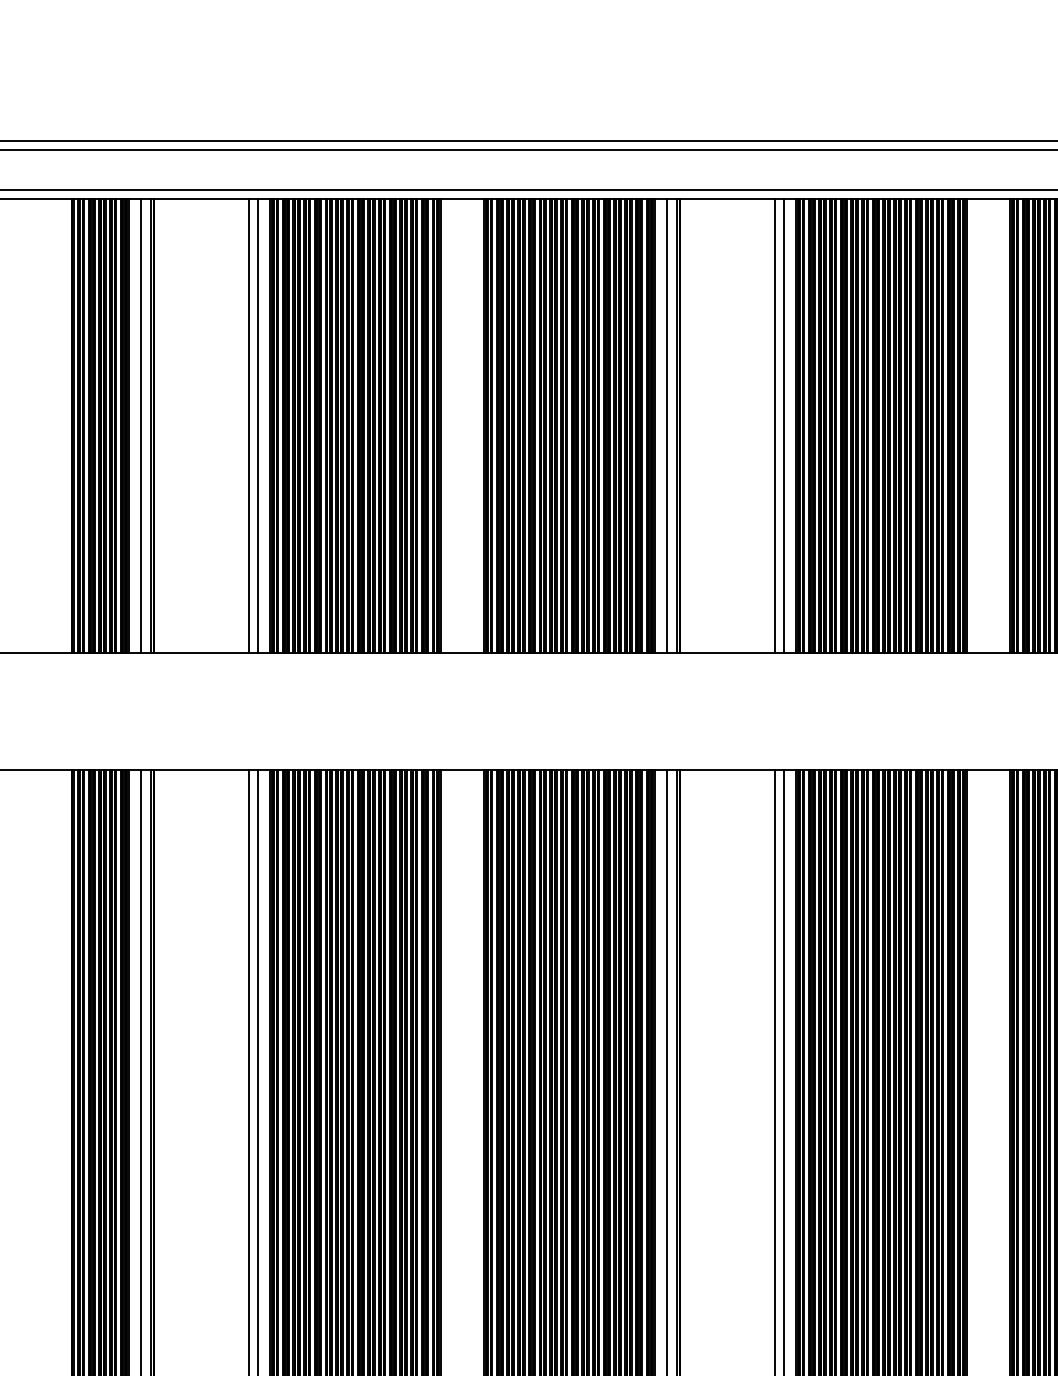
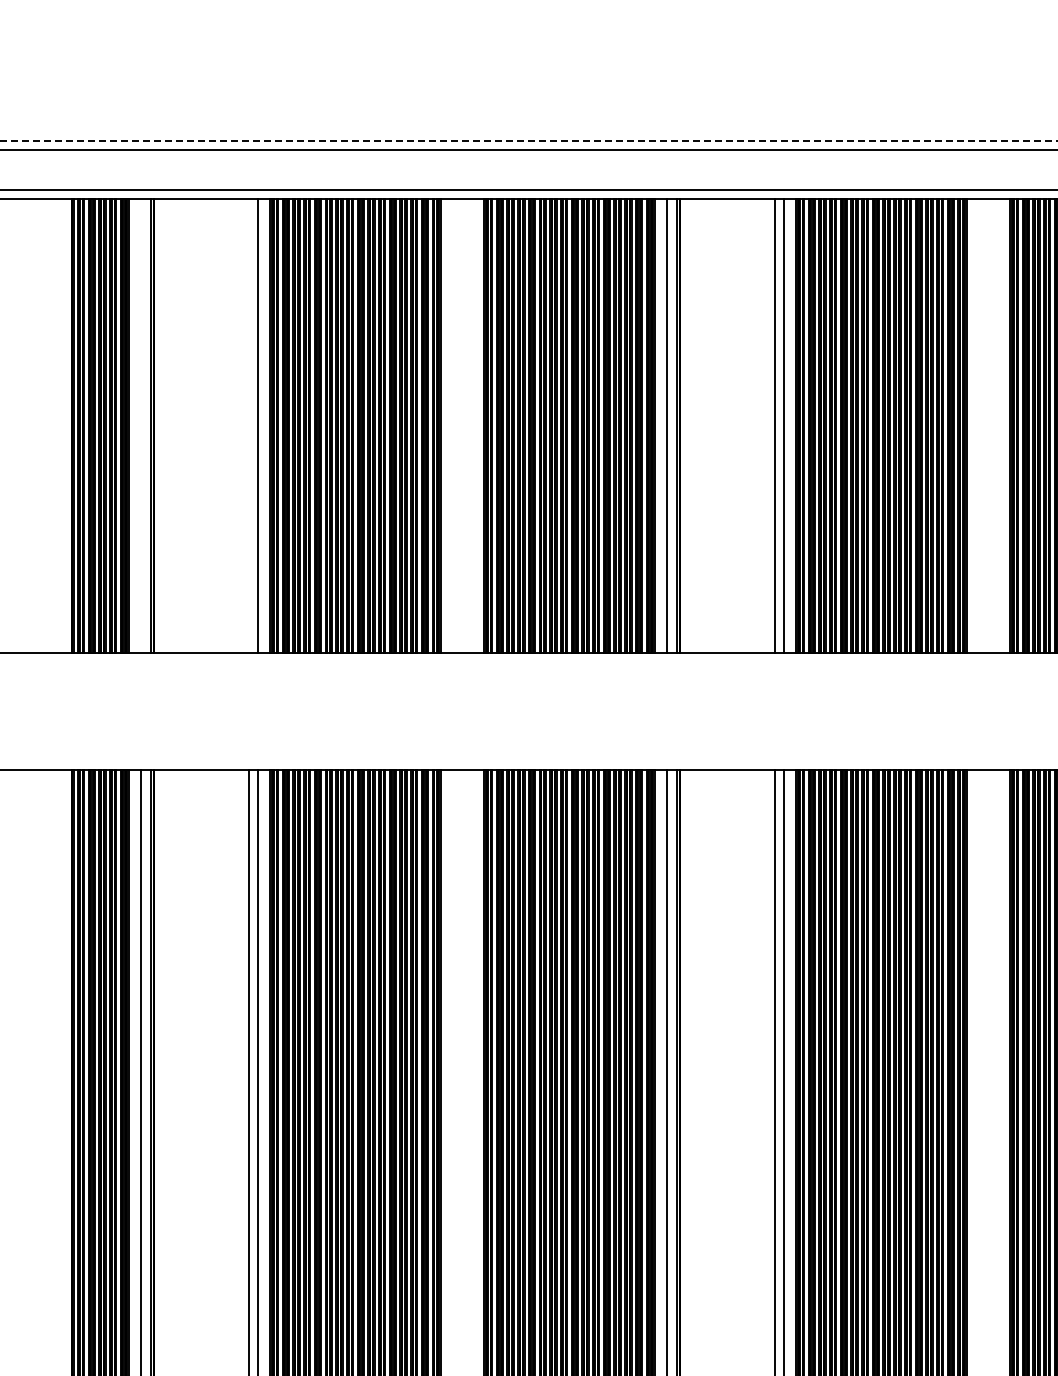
line at (529, 141): solid -> dashed
line at (141, 426): present -> none
line at (249, 426): present -> none
